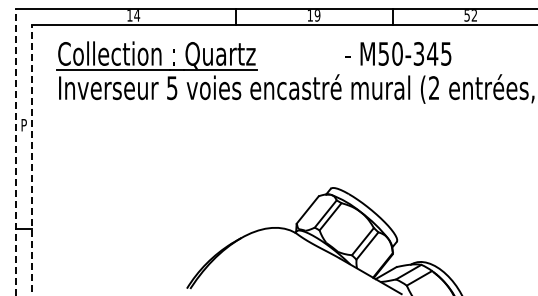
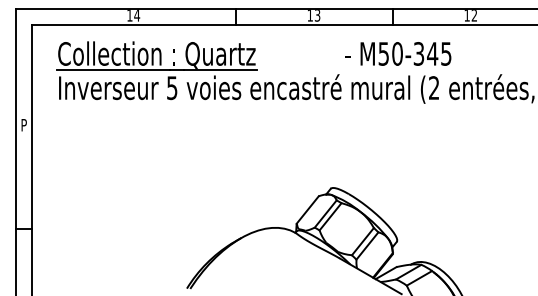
text at (317, 15): 19 -> 13
text at (466, 15): 52 -> 12
line at (16, 152): dashed -> solid
line at (31, 160): dashed -> solid
